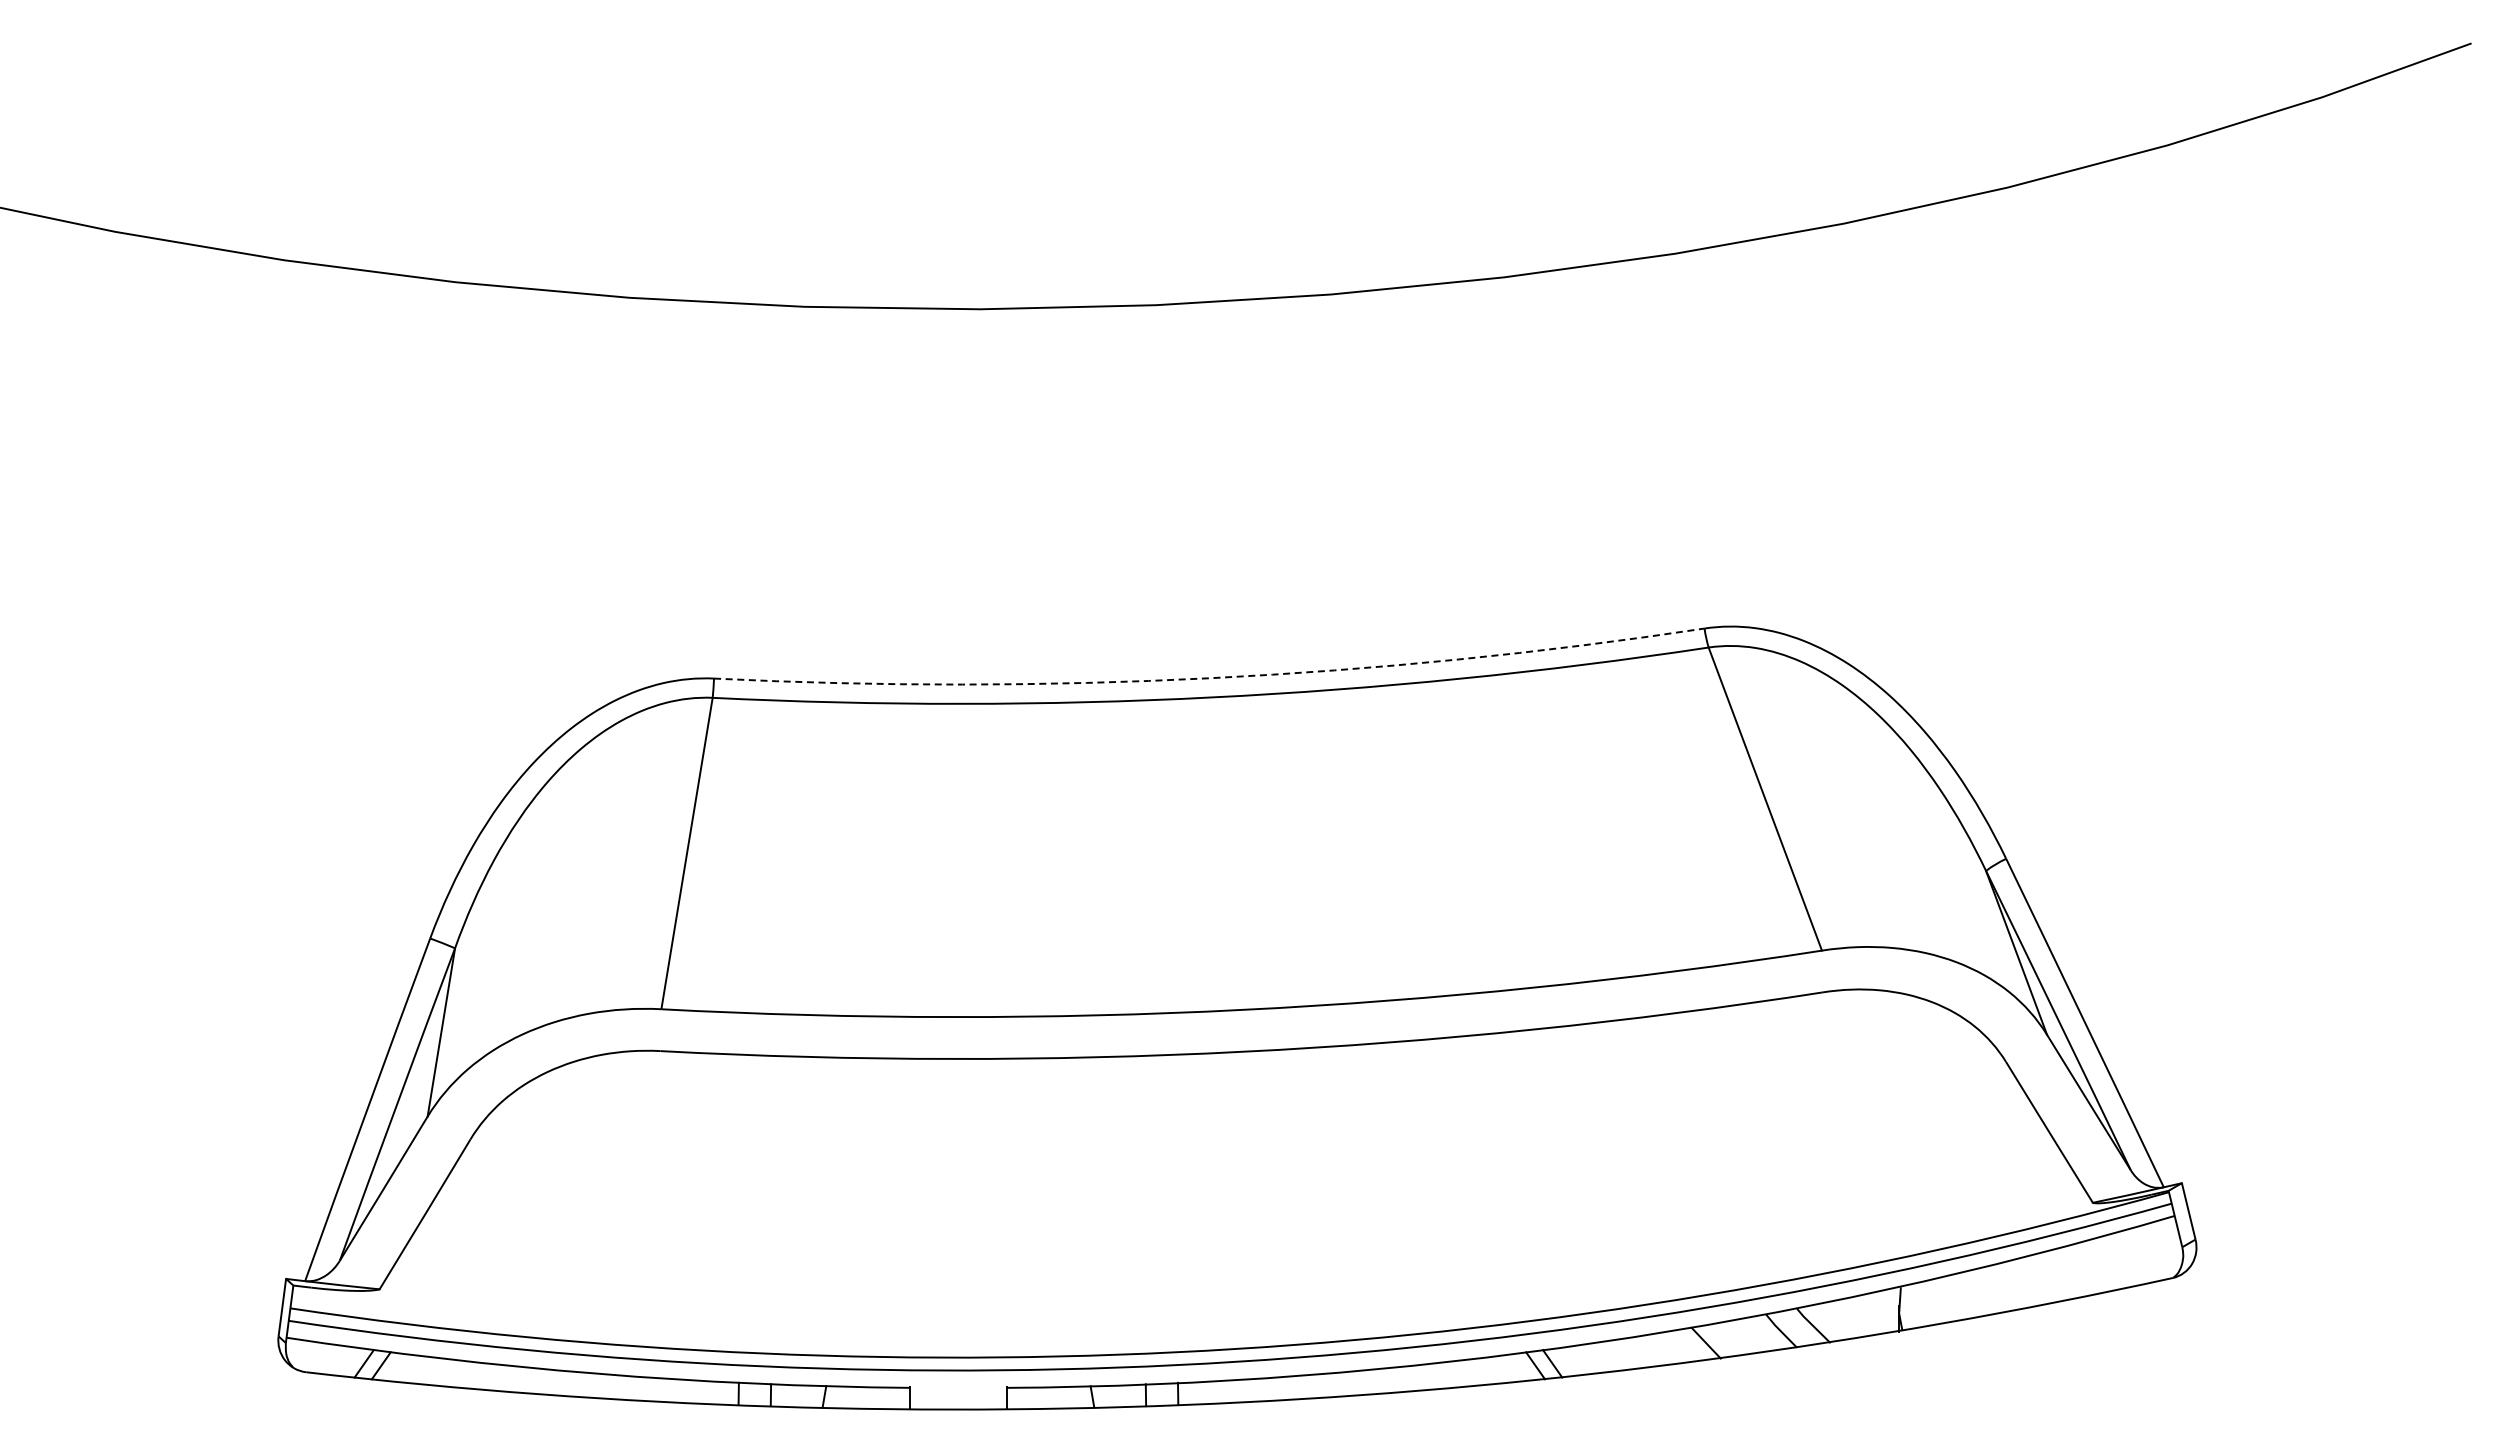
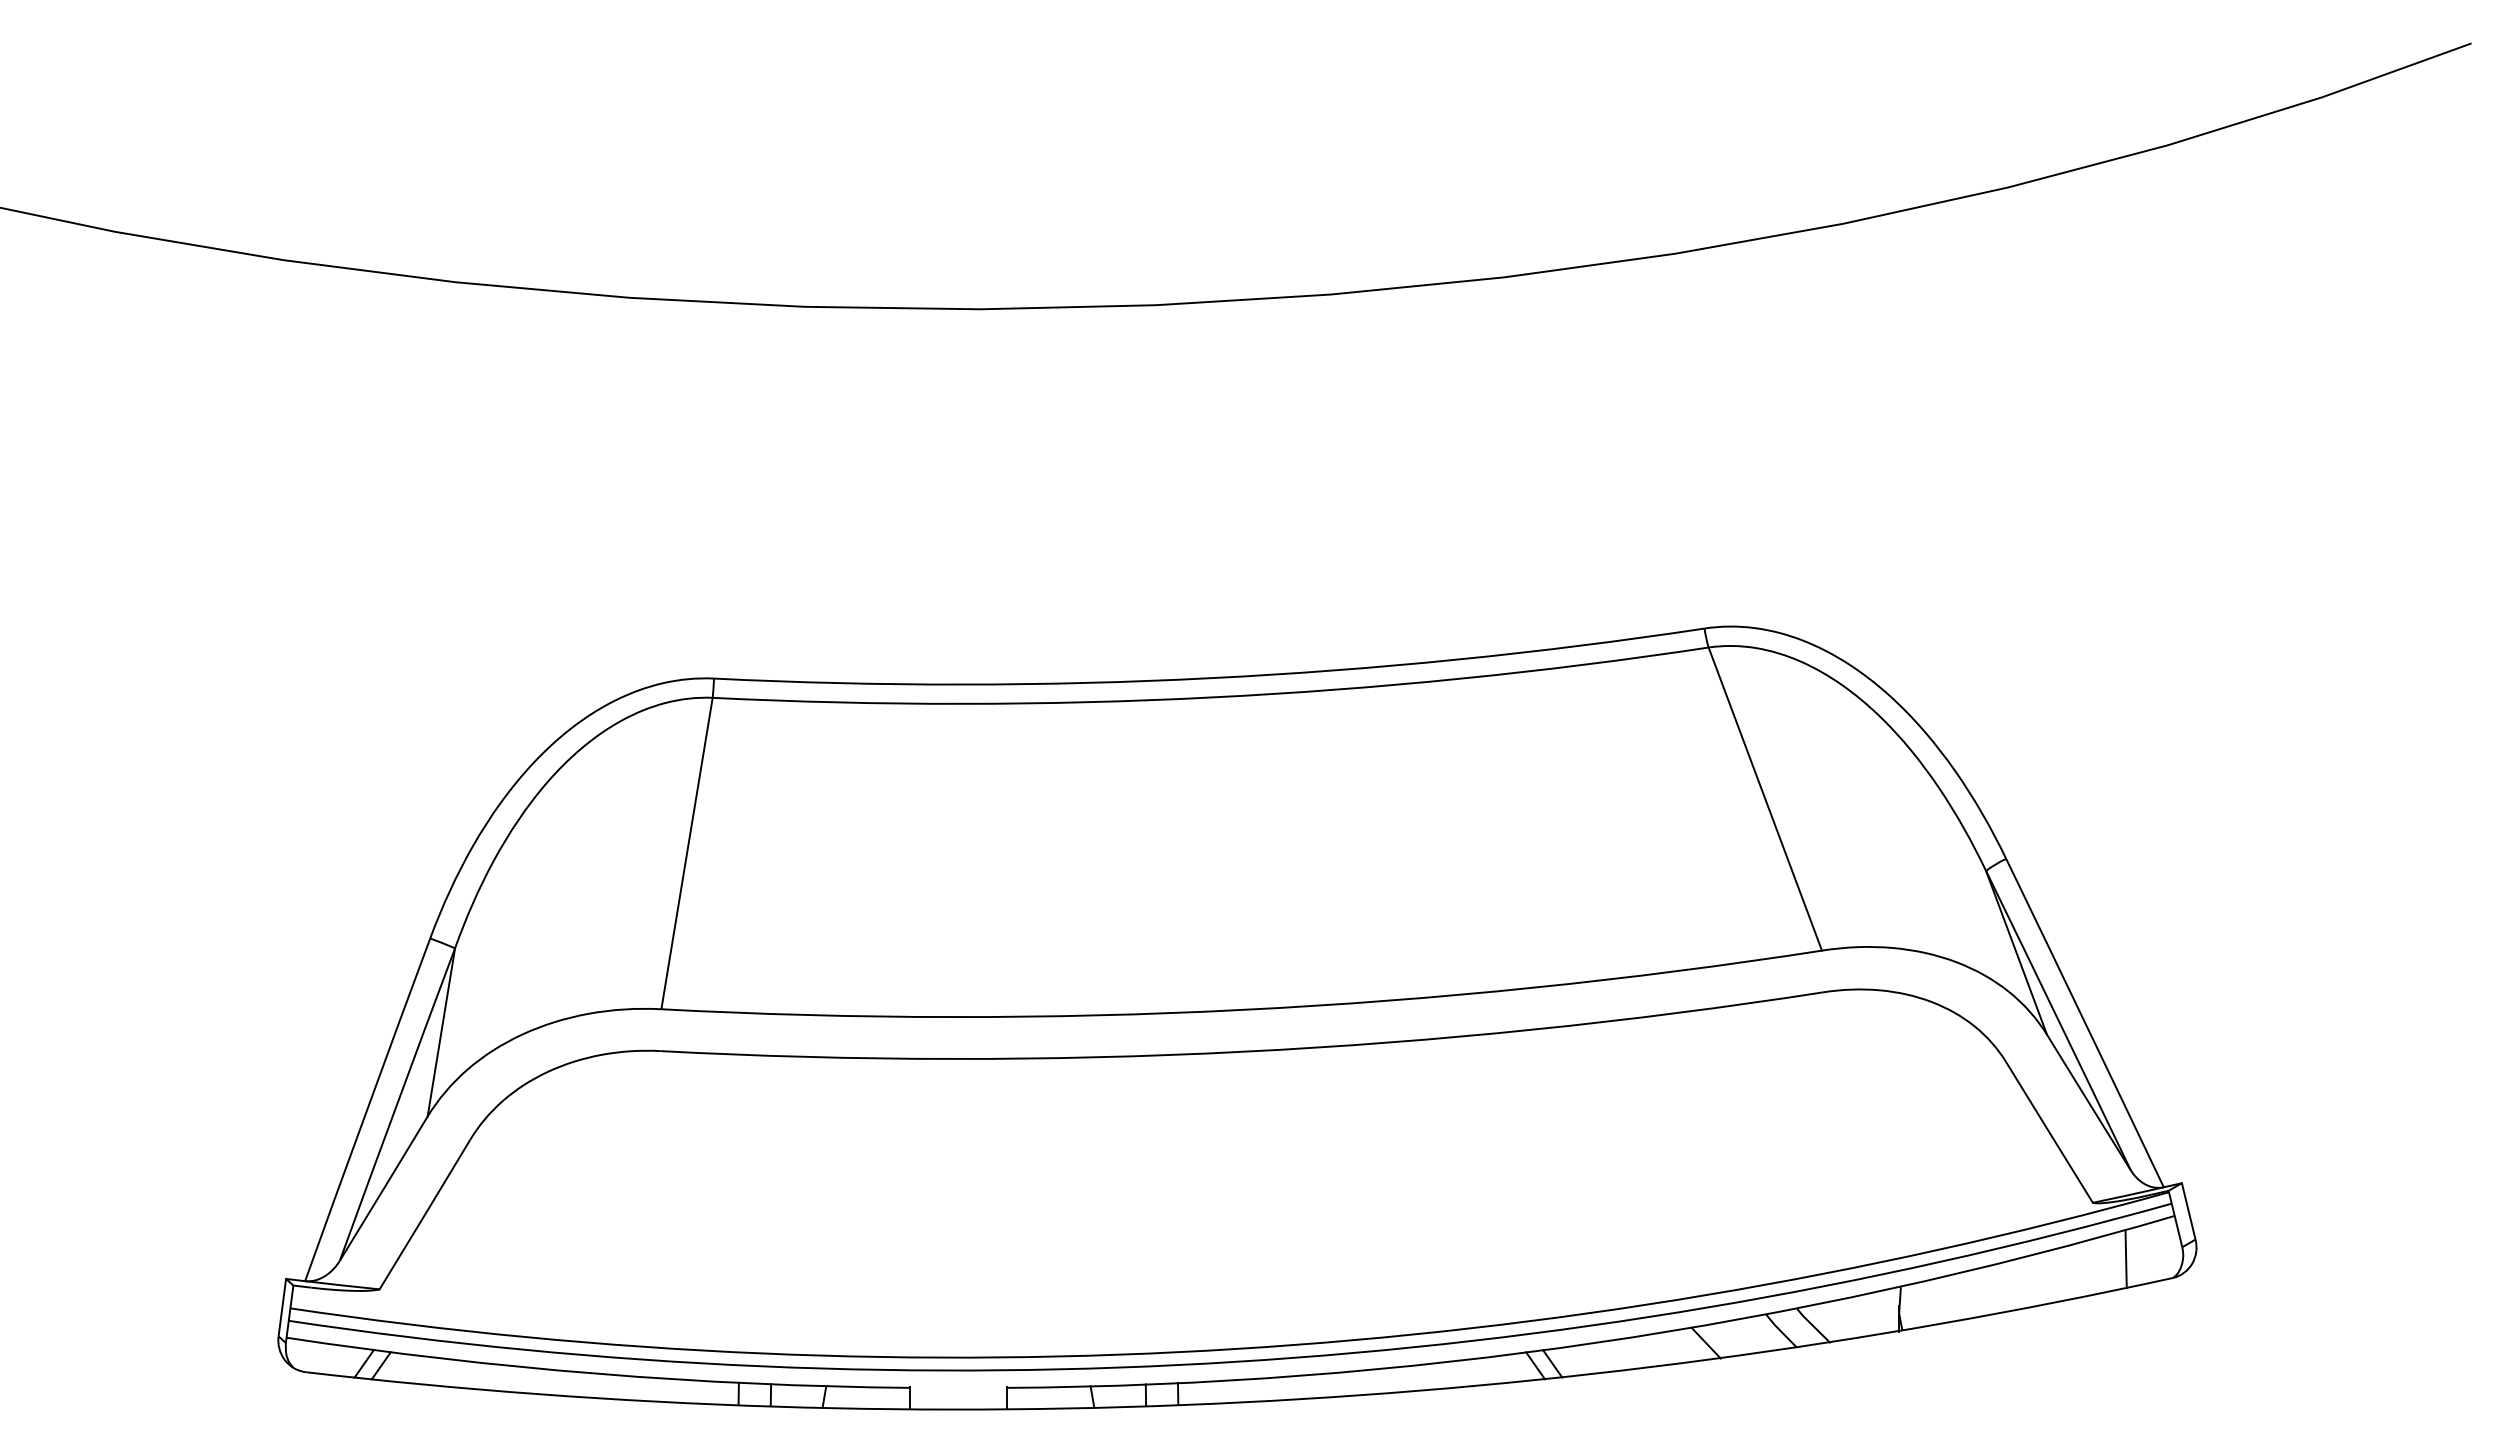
arc at (1210, 678): dashed -> solid
line at (2125, 1259): none -> present
